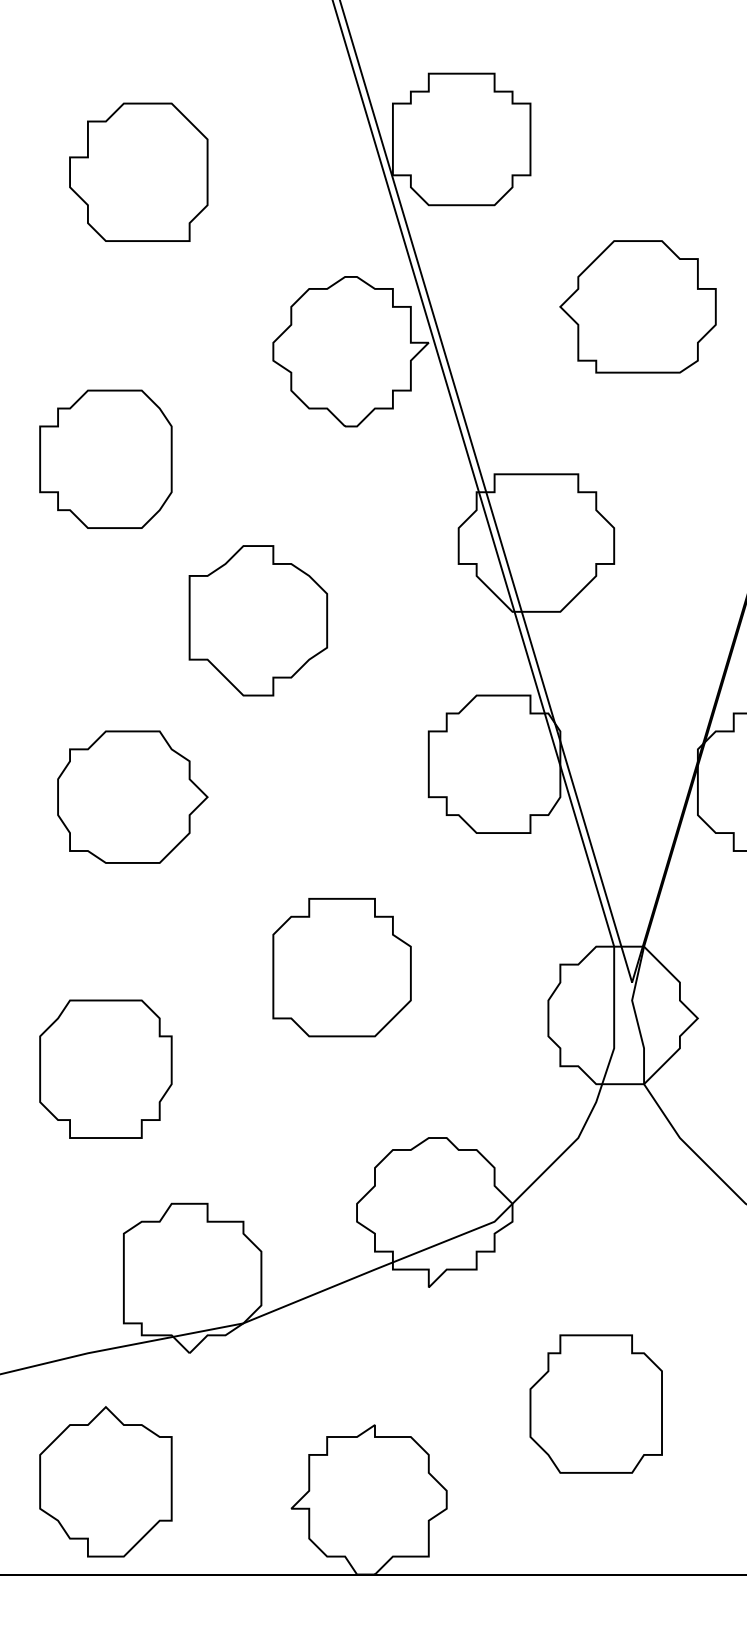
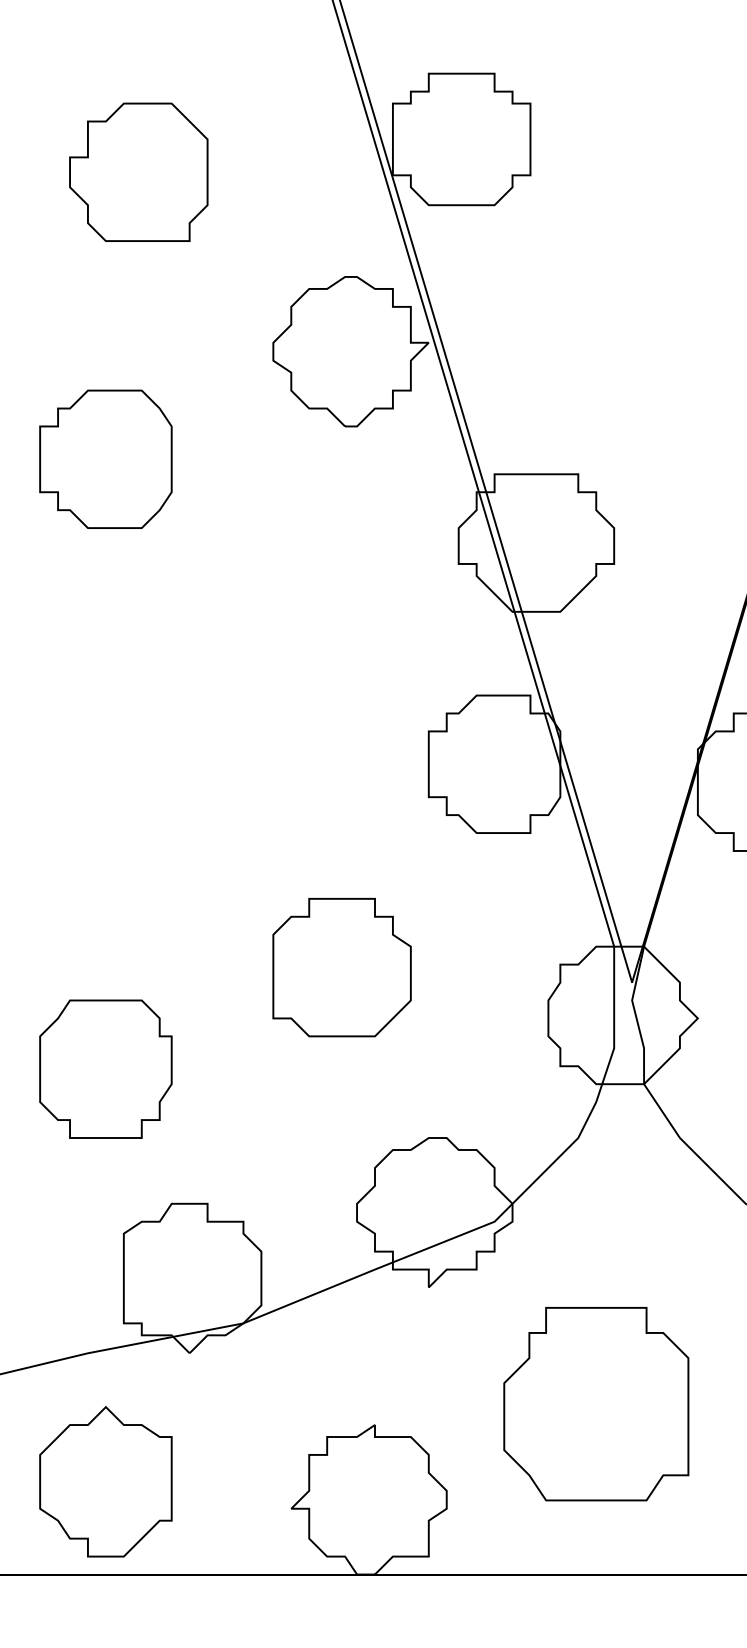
part at (637, 306): present -> none
part at (258, 620): present -> none
part at (132, 796): present -> none
part at (595, 1403) size: 134x140 px -> 187x195 px
